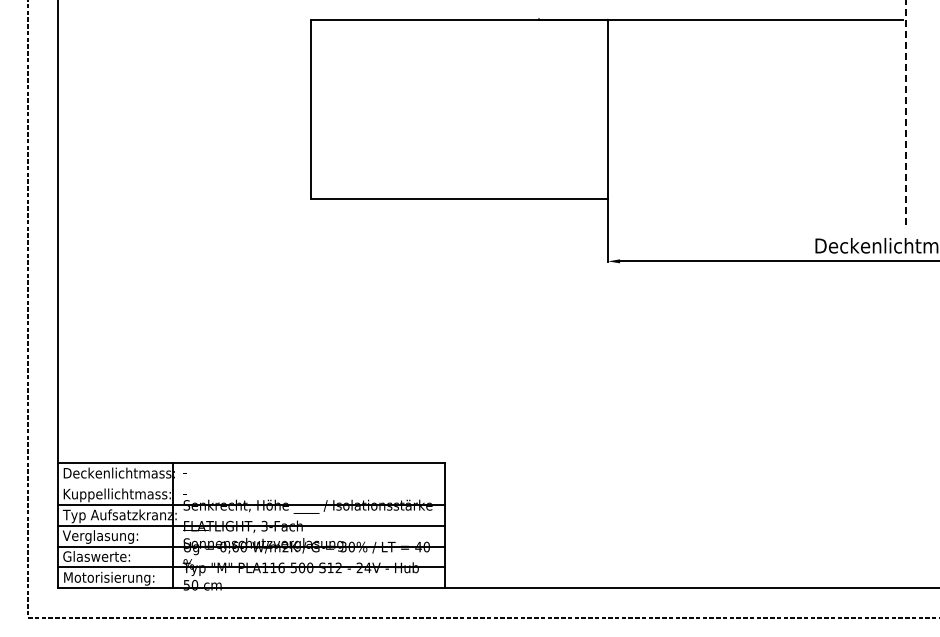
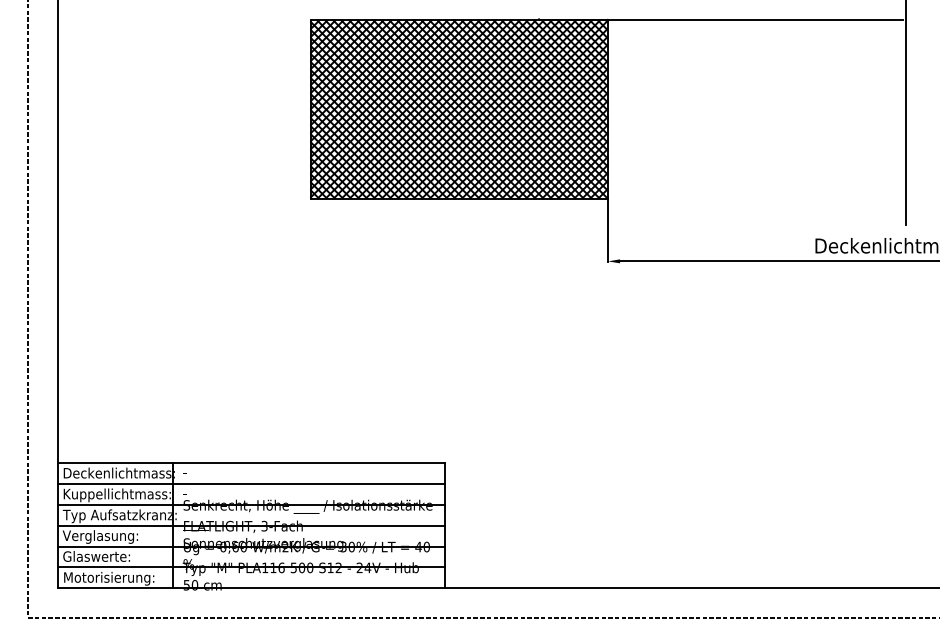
hatch at (459, 109): none -> present
line at (905, 112): dashed -> solid
line at (250, 484): none -> present
